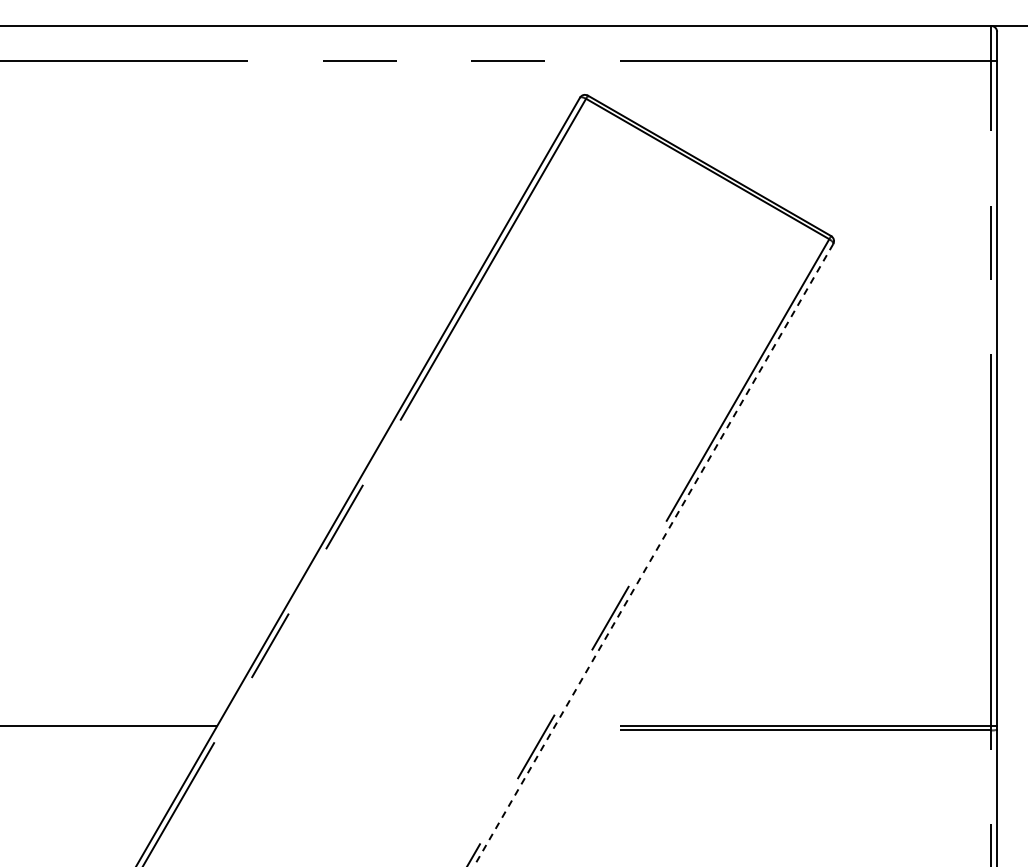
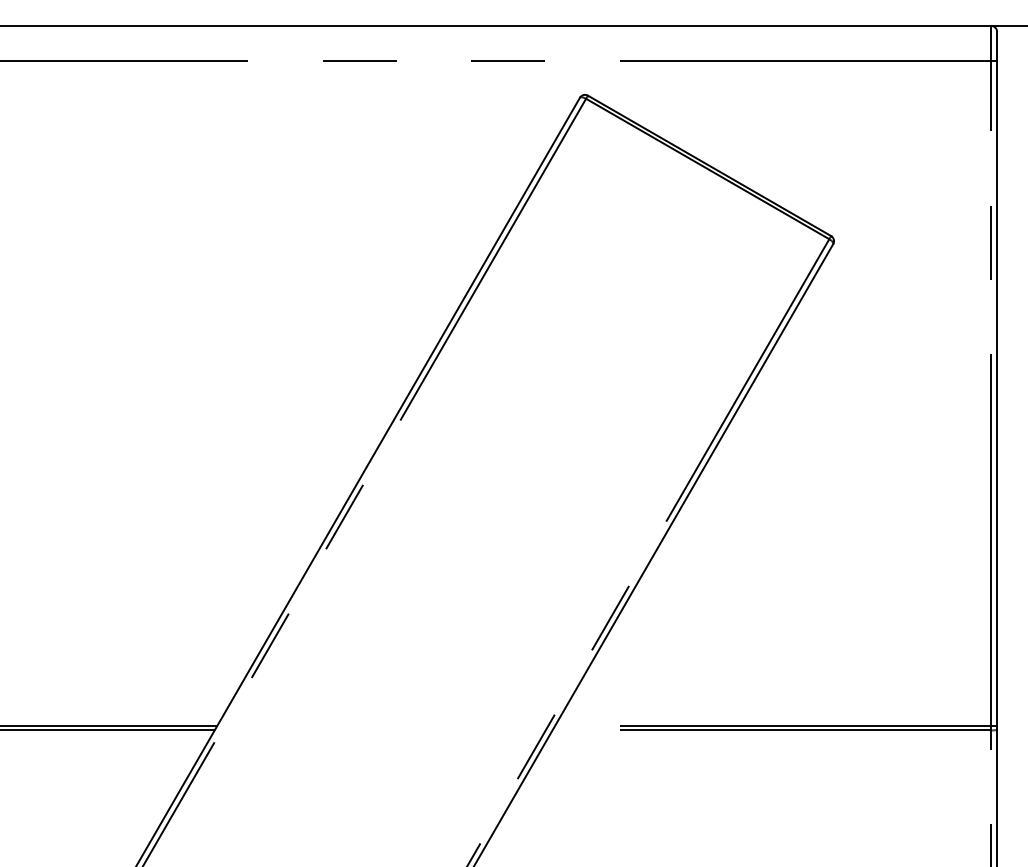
line at (653, 555): dashed -> solid
line at (108, 730): none -> present
